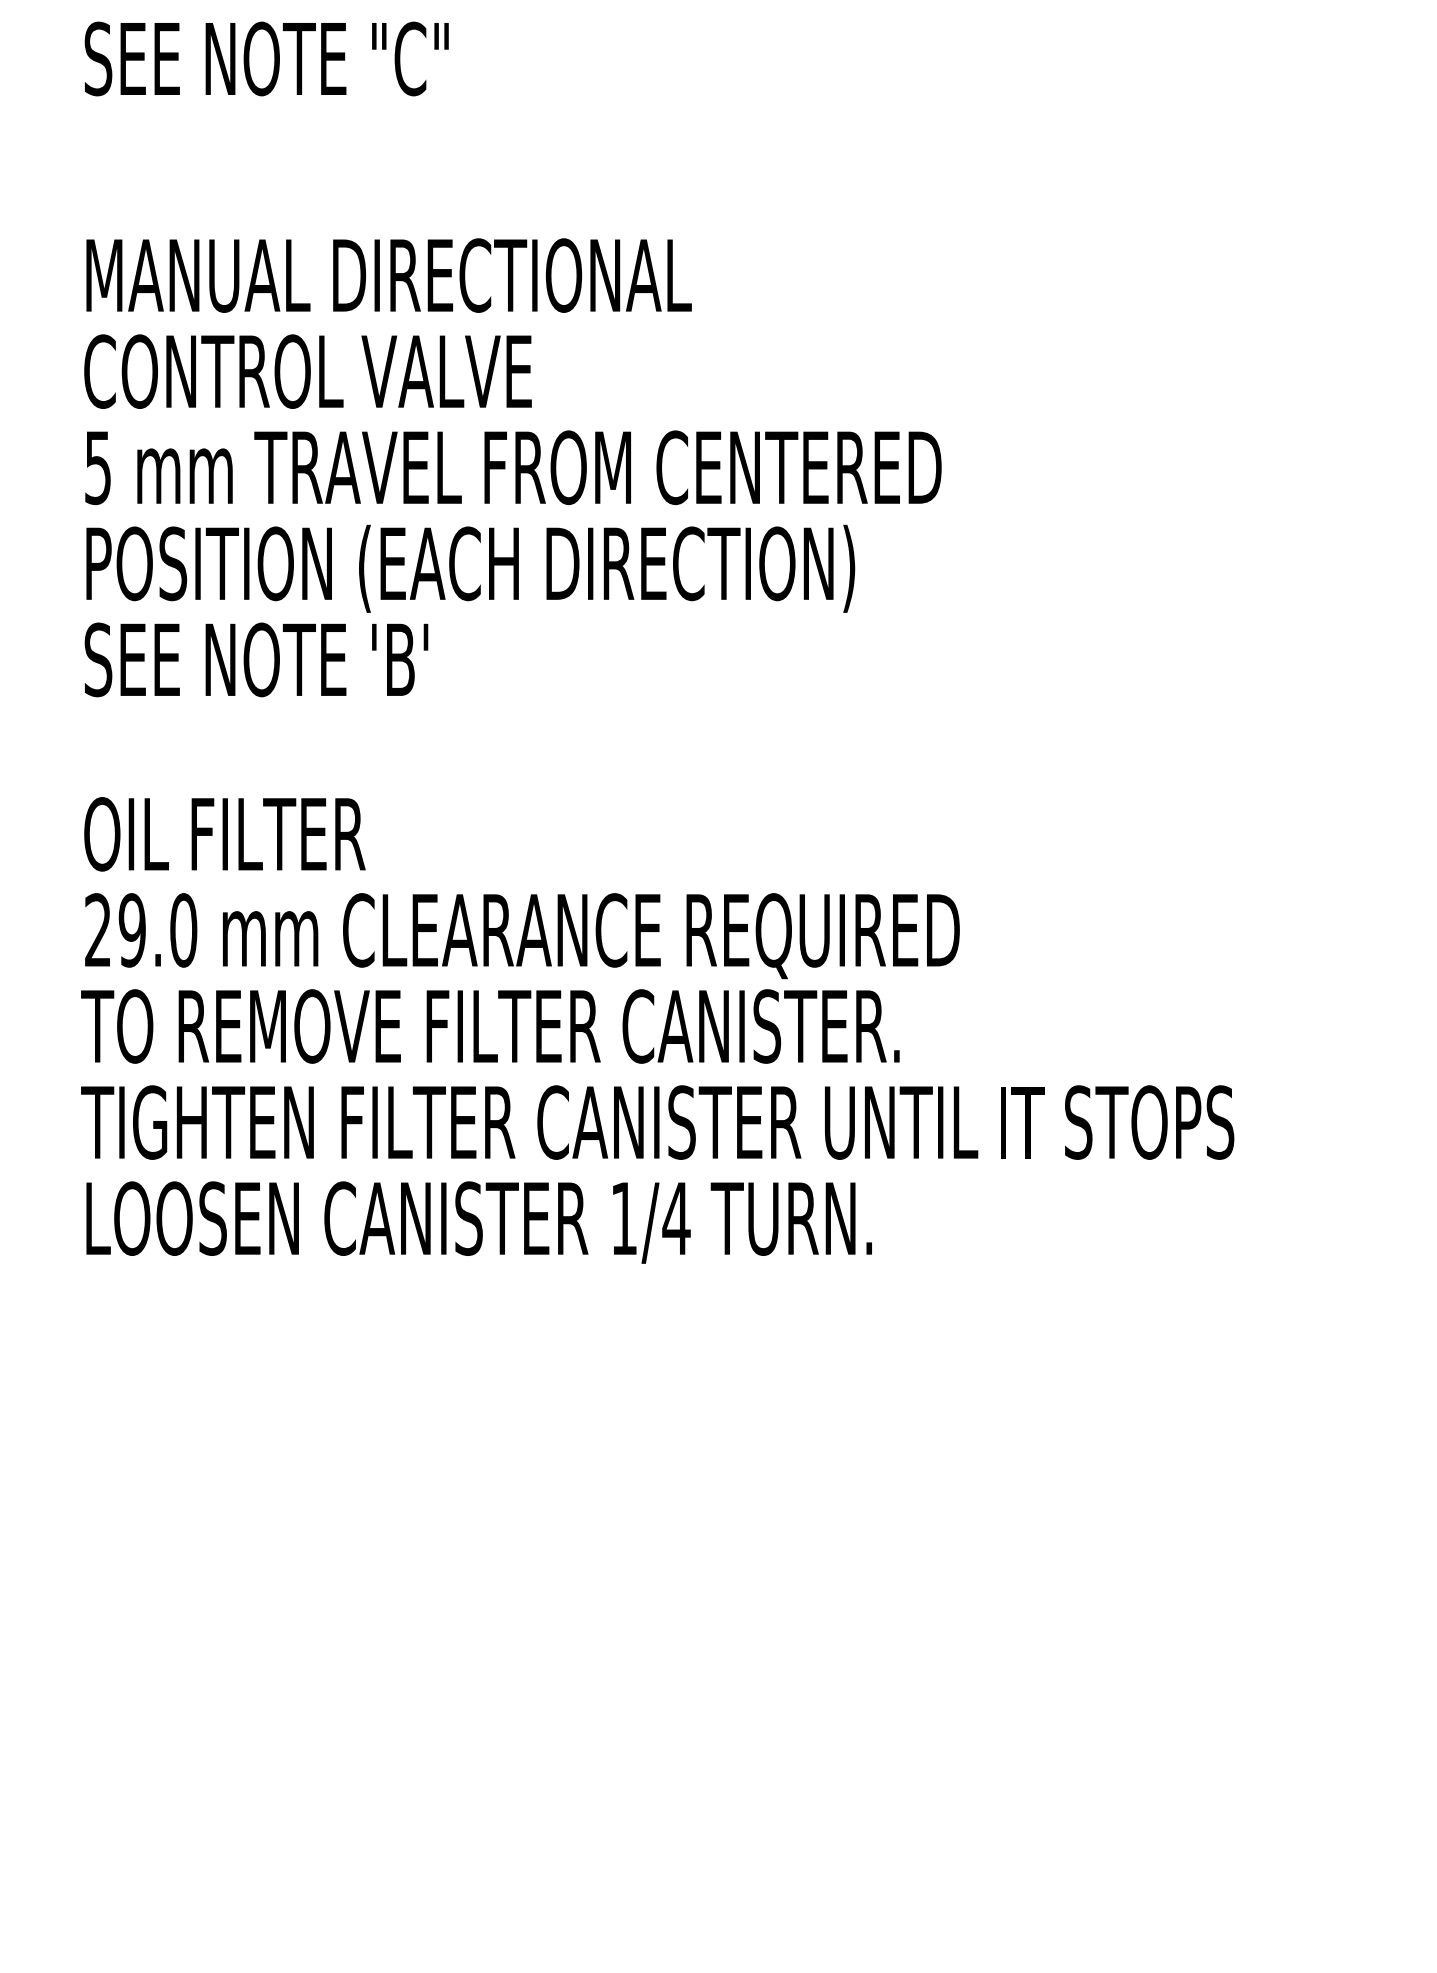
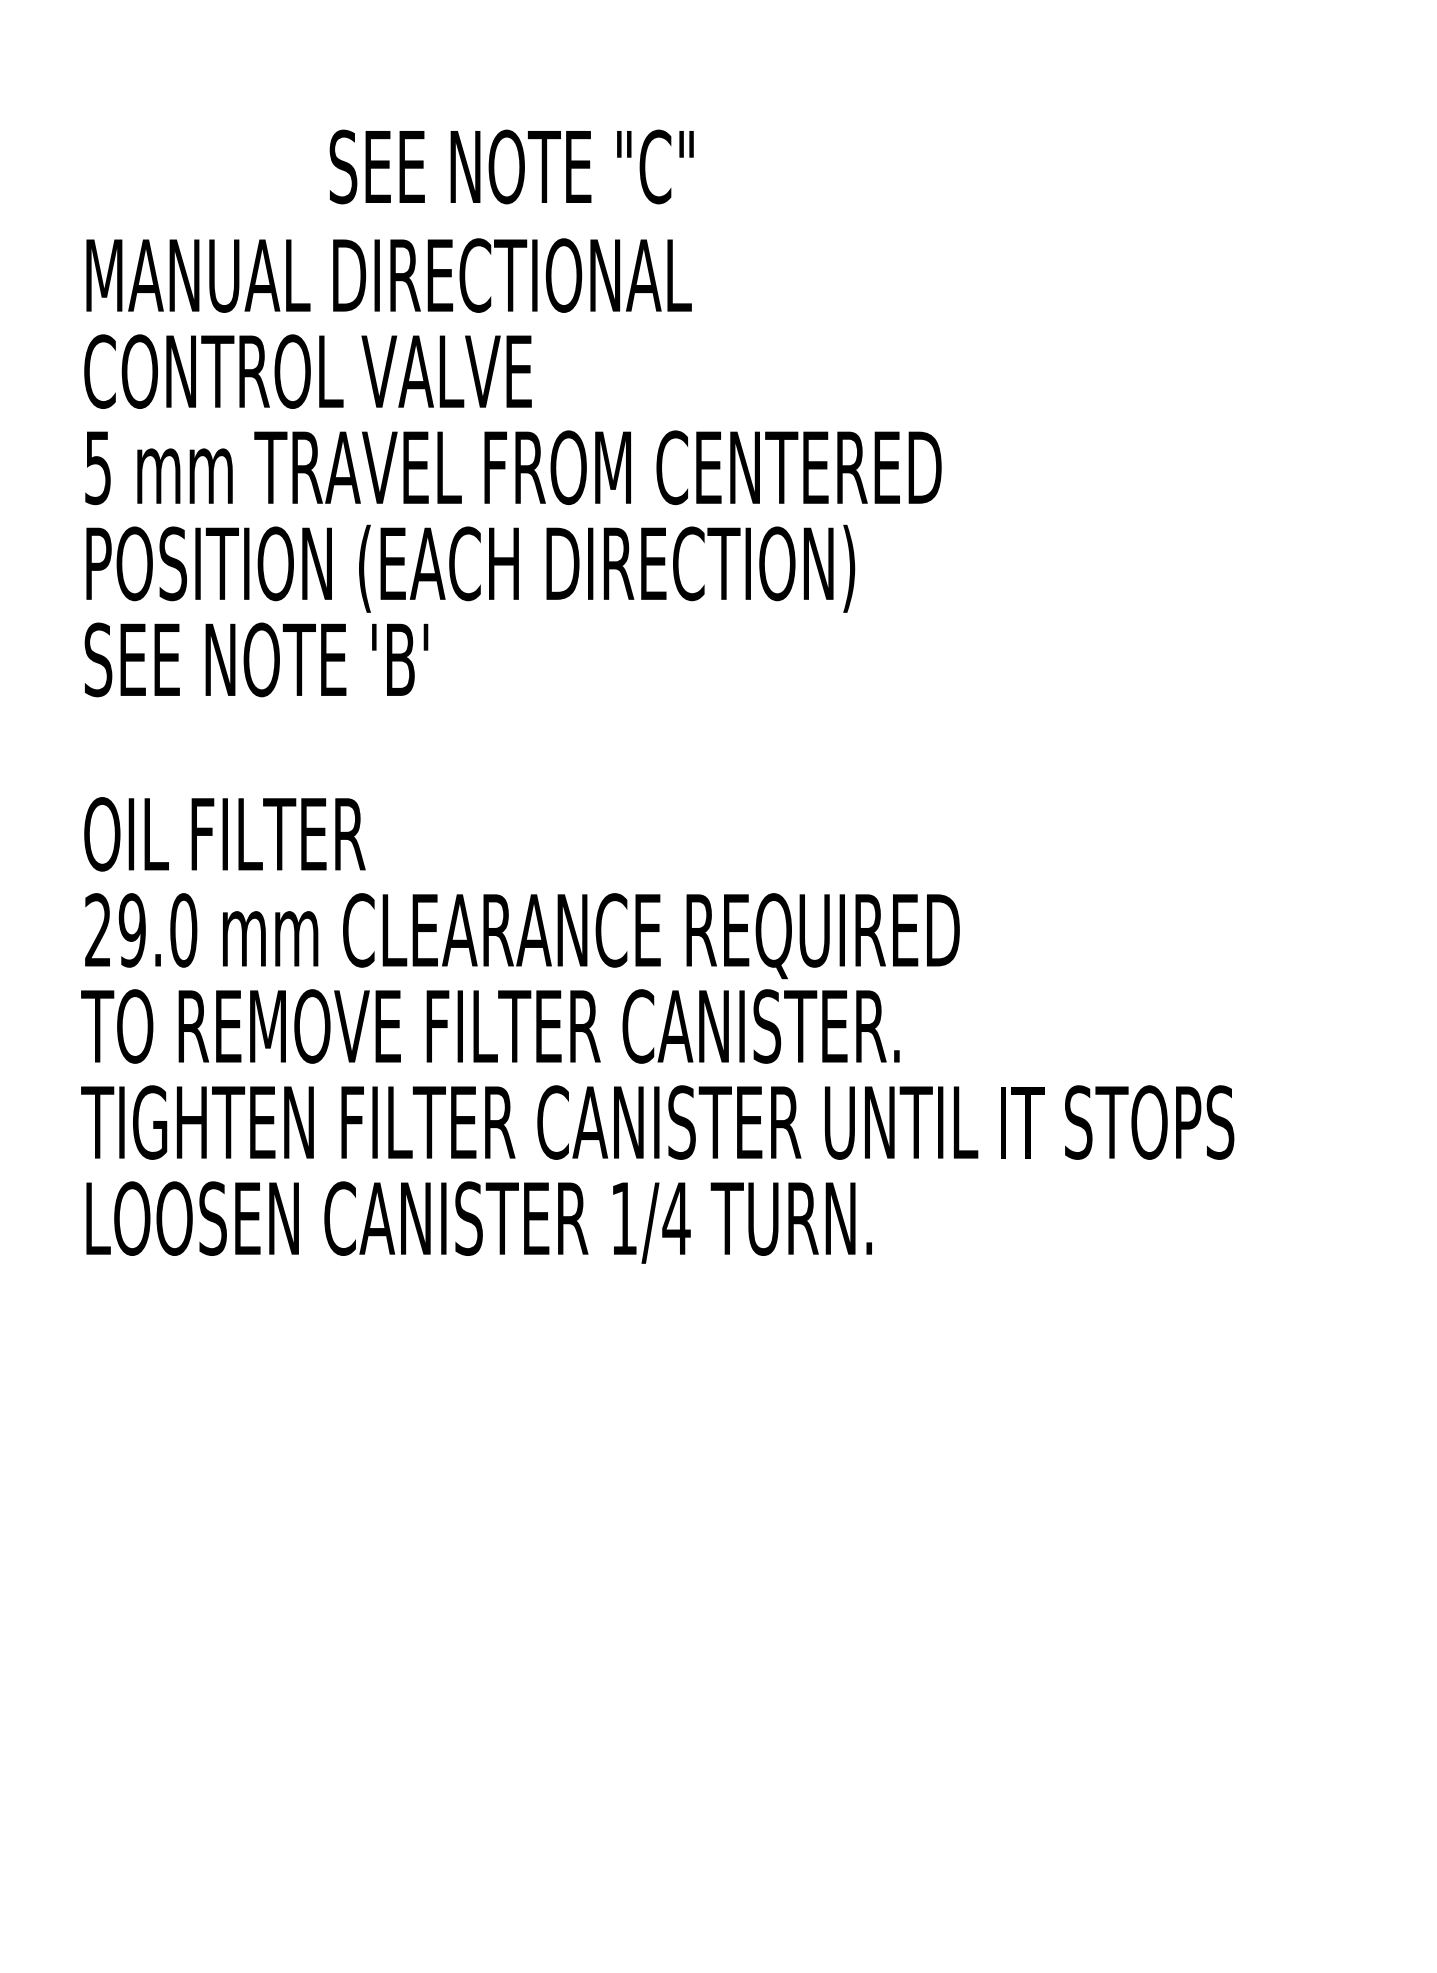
text at (266, 58) position: (266, 58) -> (511, 166)
